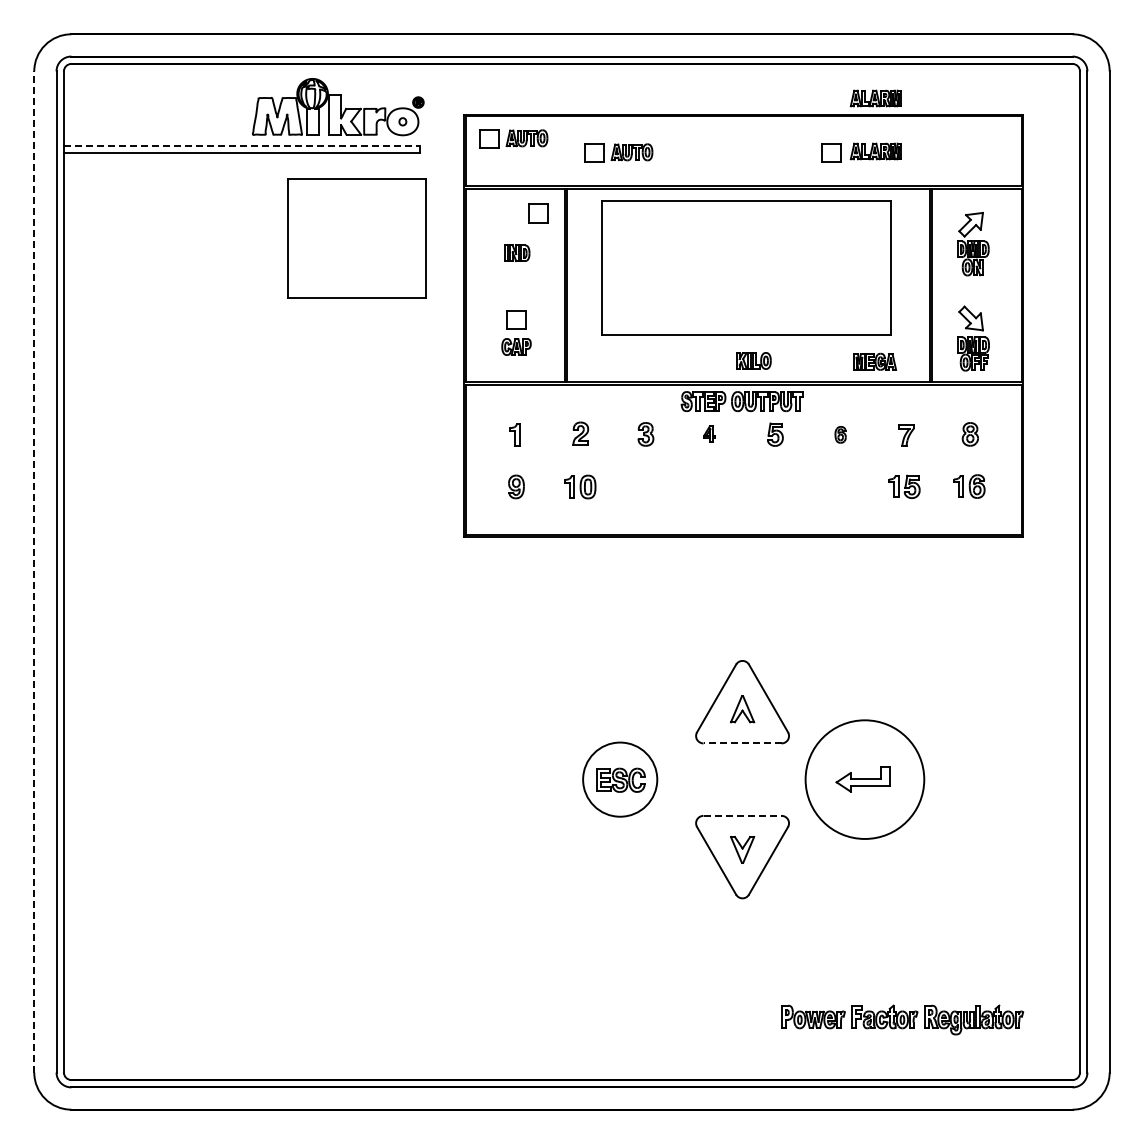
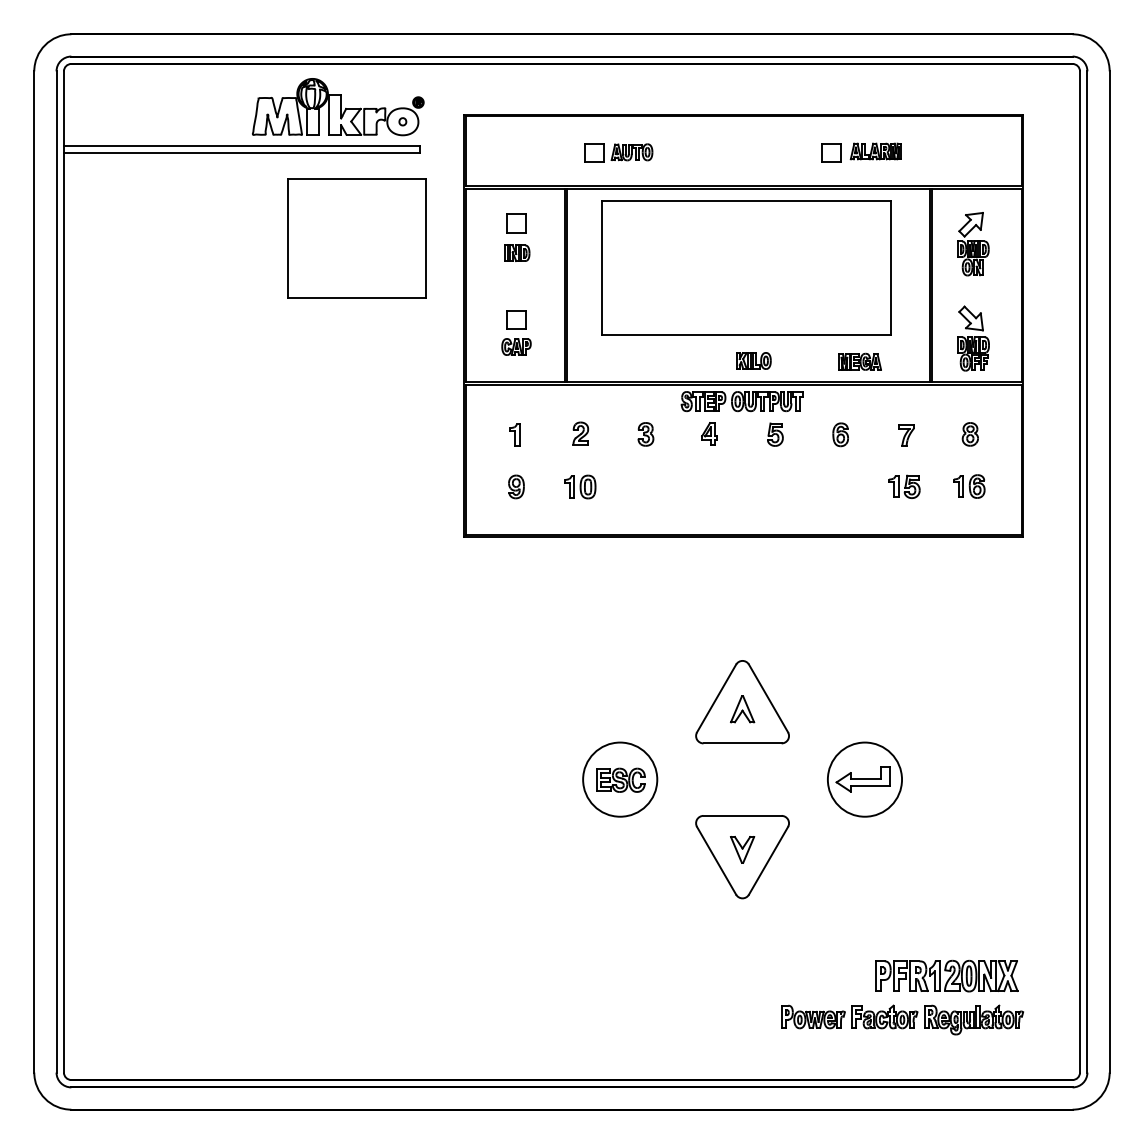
part at (875, 98): present -> none
part at (513, 138): present -> none
line at (242, 145): dashed -> solid
part at (538, 213) position: (538, 213) -> (516, 223)
part at (874, 361) position: (874, 361) -> (859, 361)
part at (709, 433) size: 13x18 px -> 17x24 px
part at (840, 434) size: 13x18 px -> 17x26 px
line at (34, 571): dashed -> solid
line at (742, 743): dashed -> solid
circle at (864, 779) diameter: 119 px -> 74 px
line at (743, 815): dashed -> solid
part at (946, 975): none -> present
